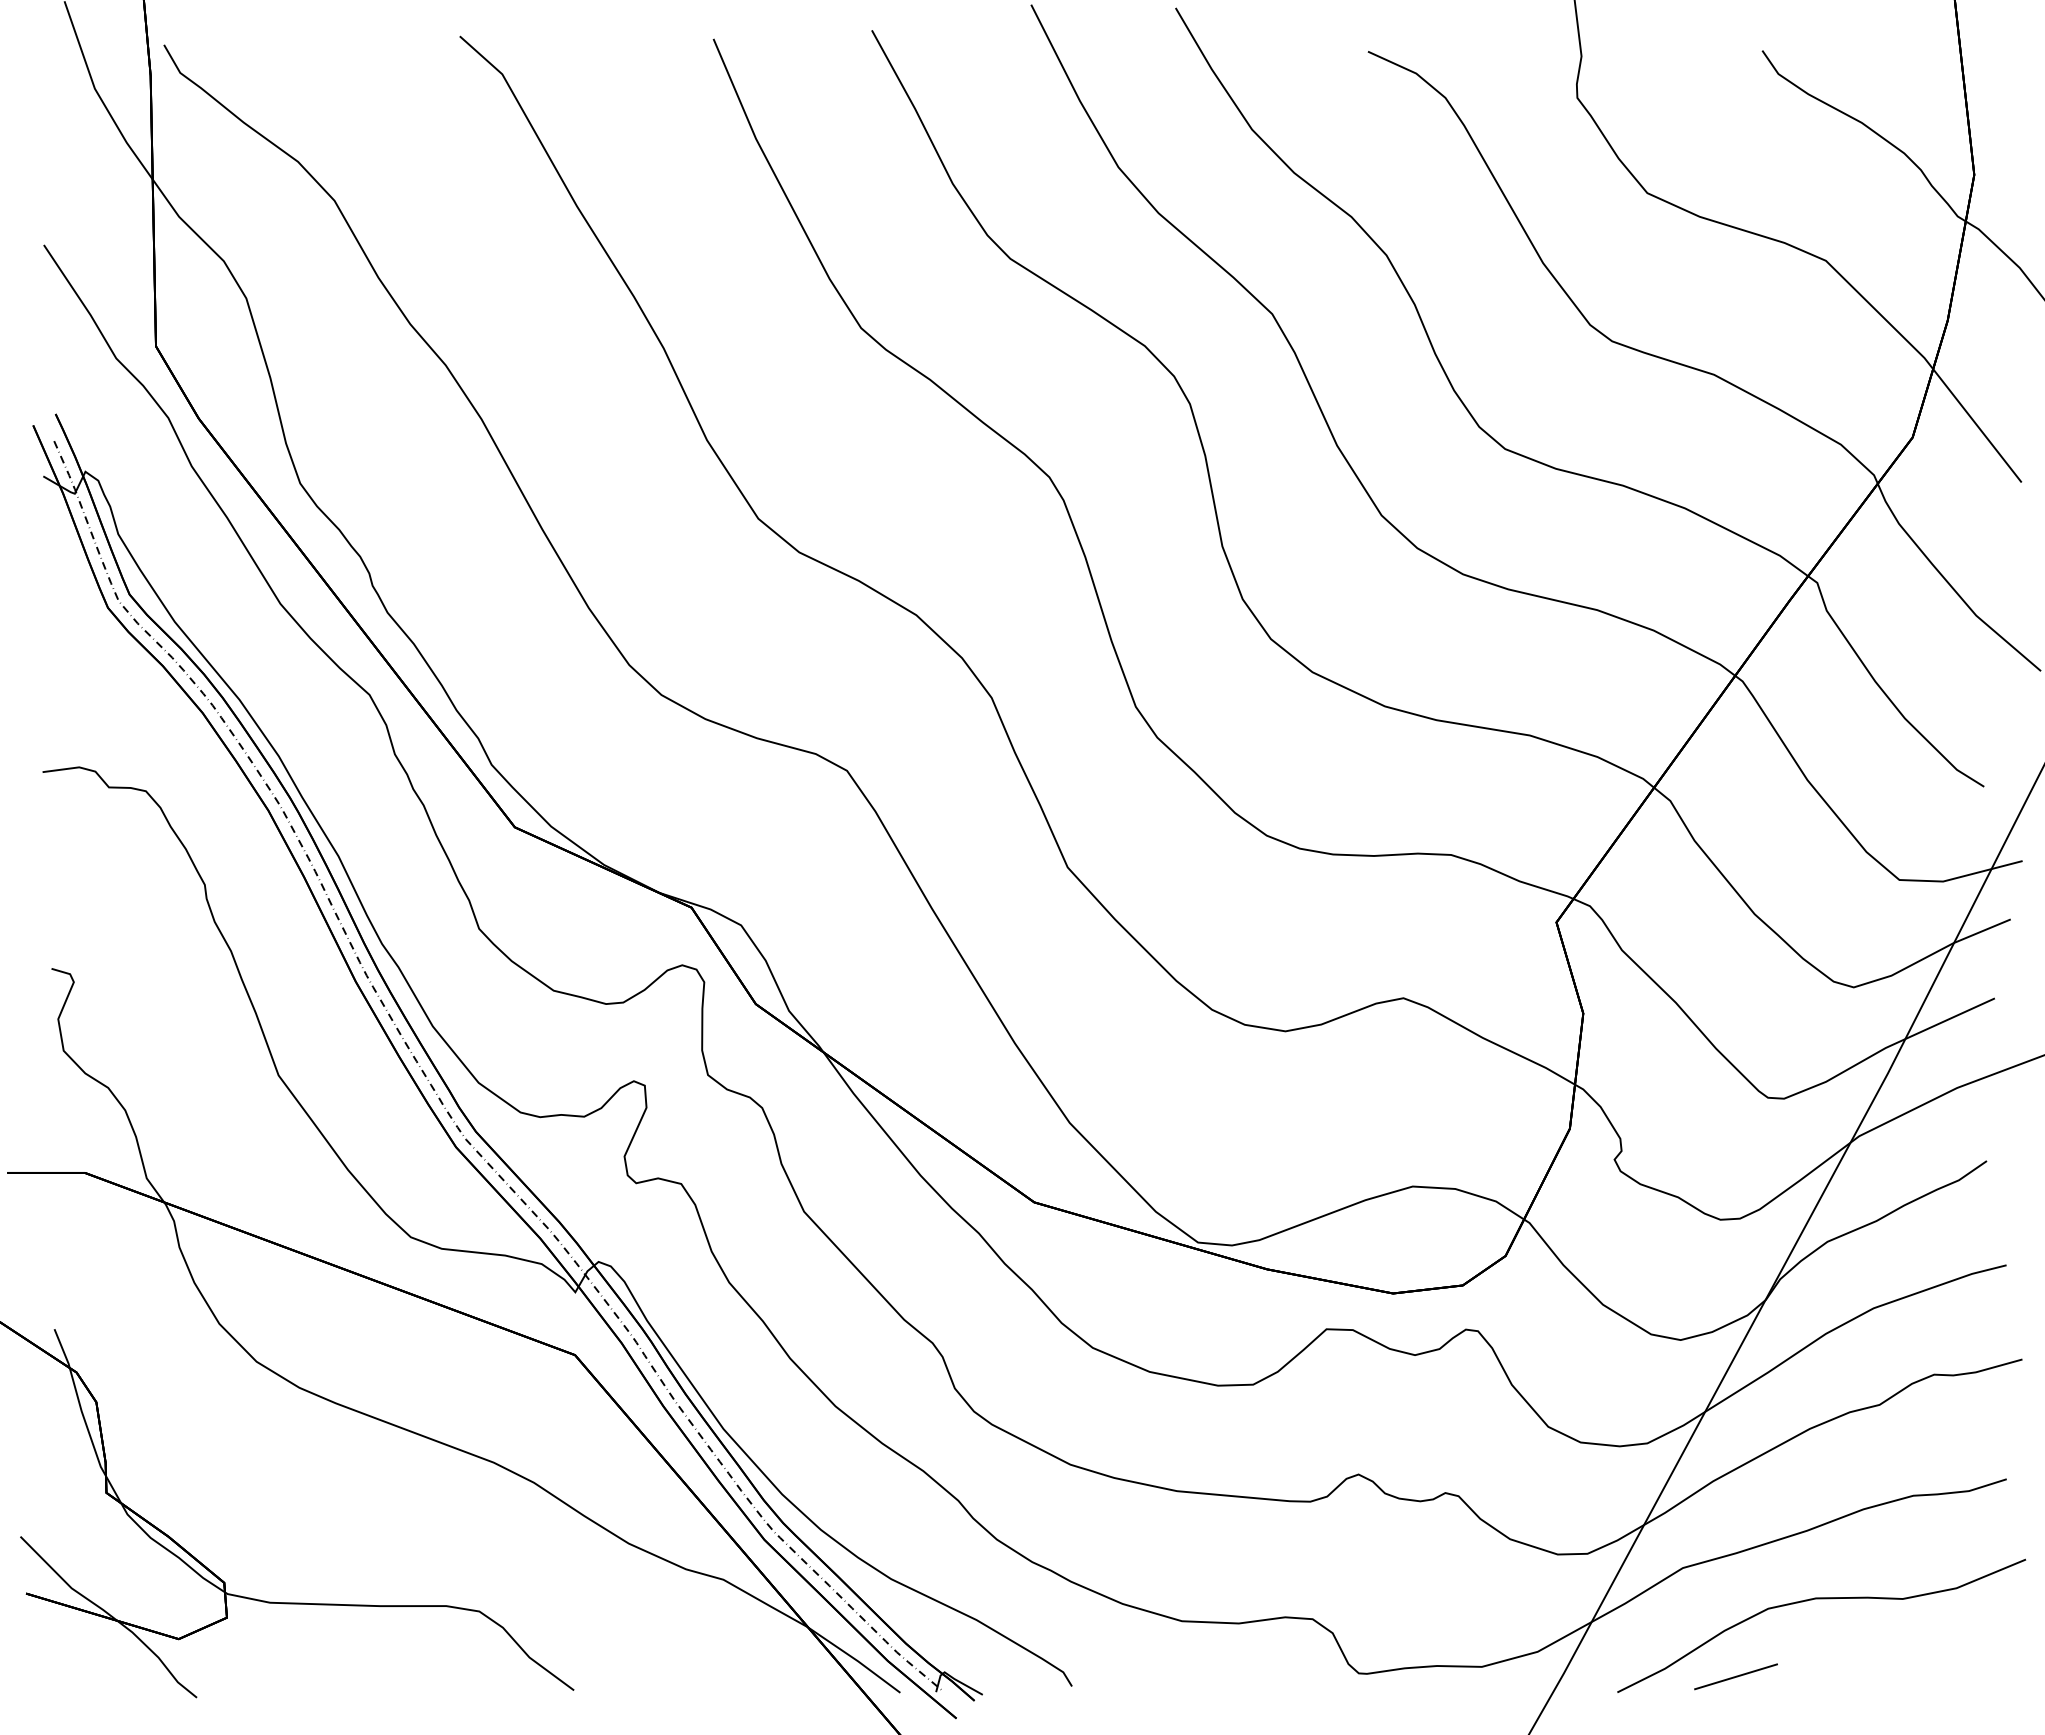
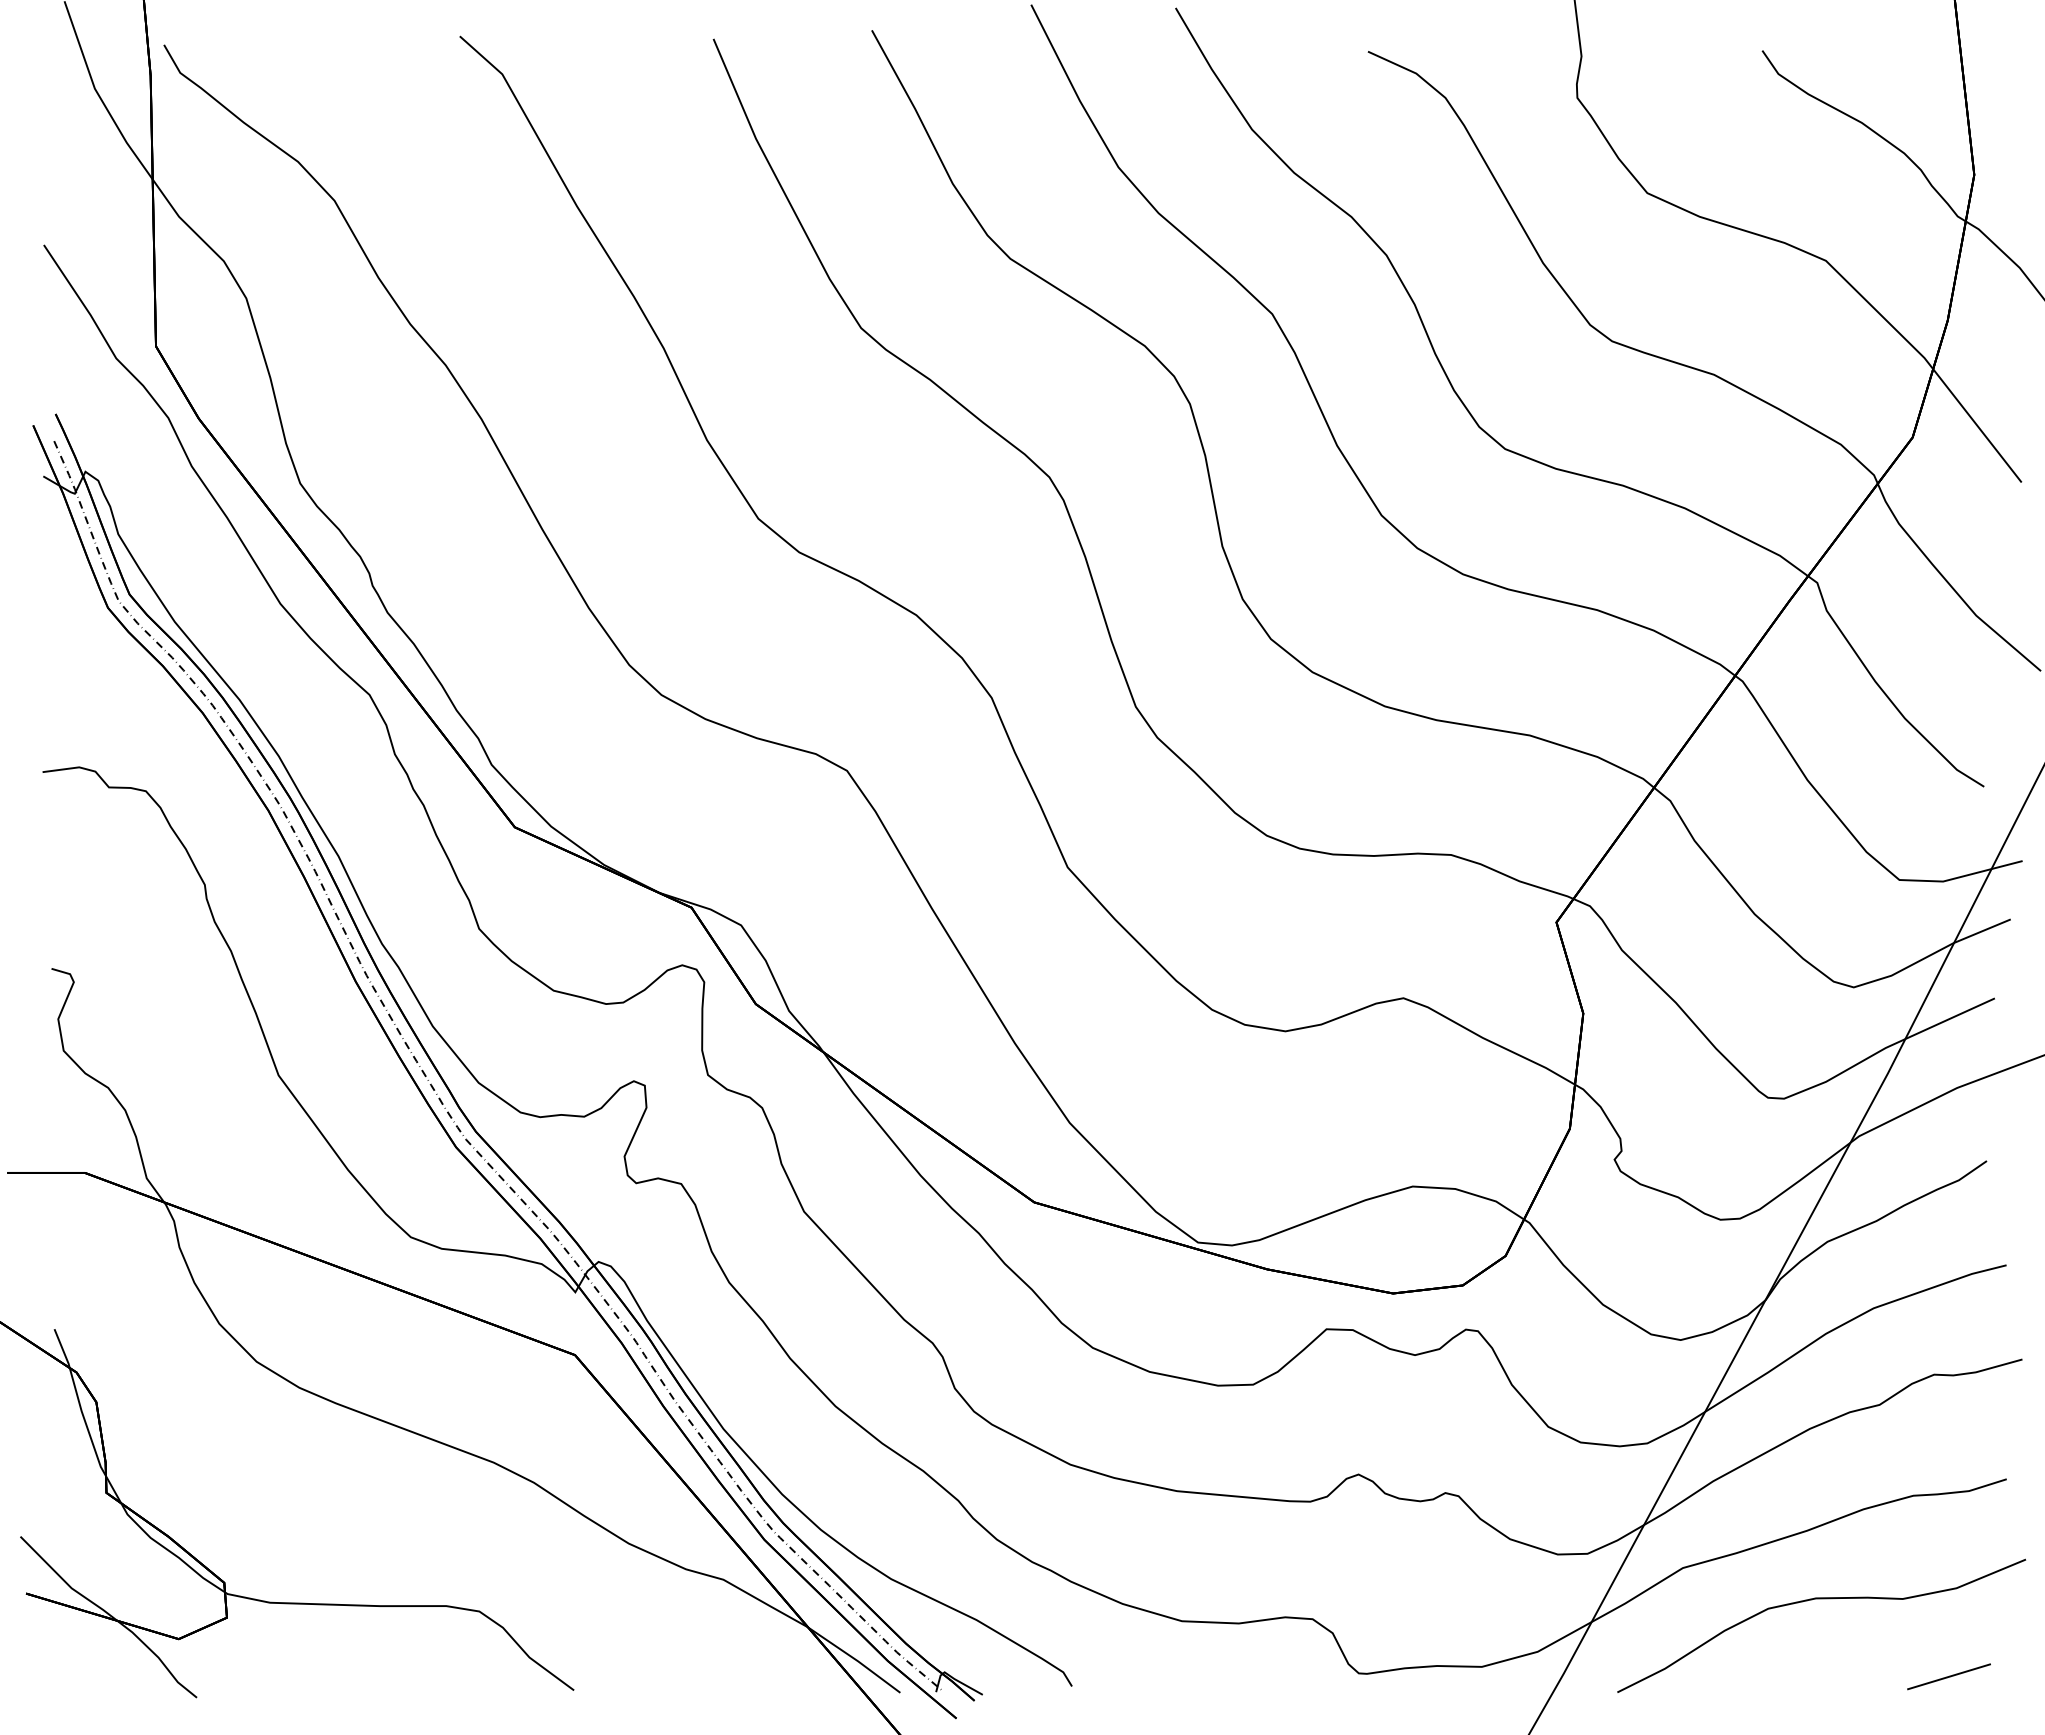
line at (1735, 1676) position: (1735, 1676) -> (1948, 1676)
